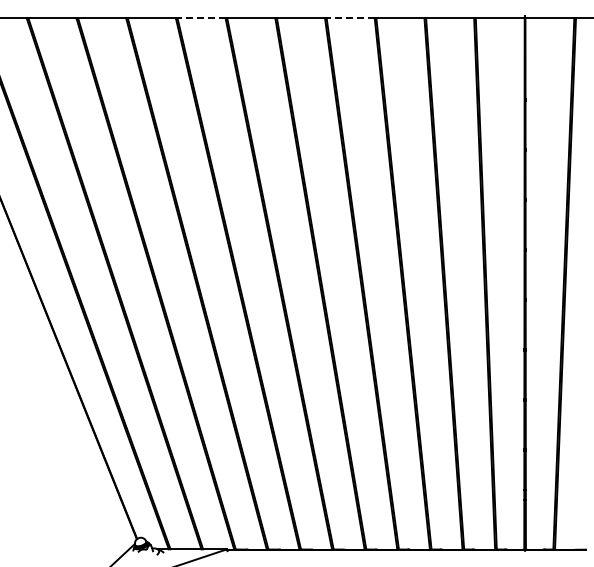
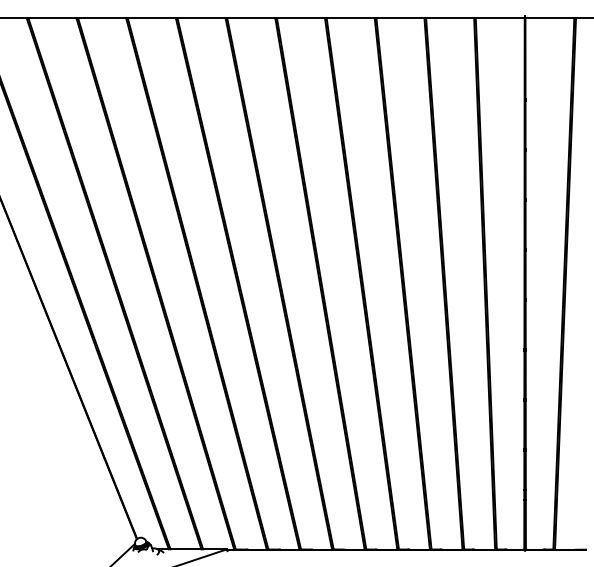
line at (201, 18): dashed -> solid
line at (349, 18): dashed -> solid
